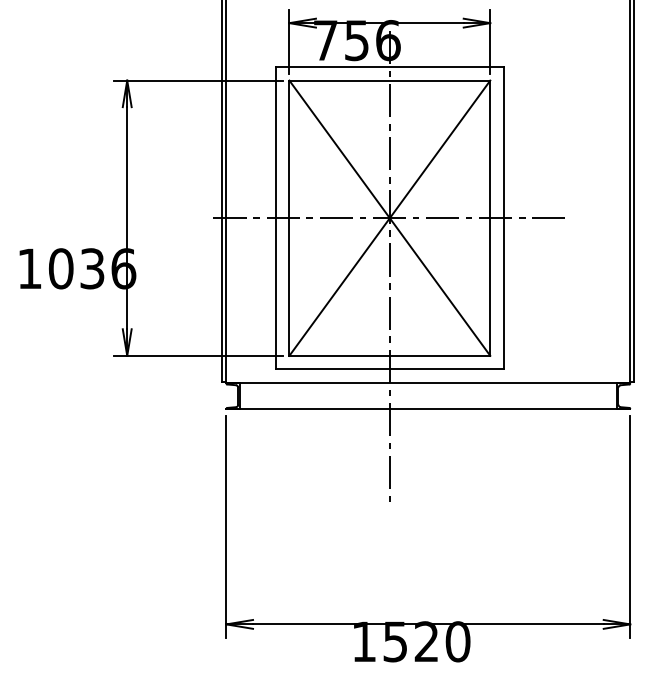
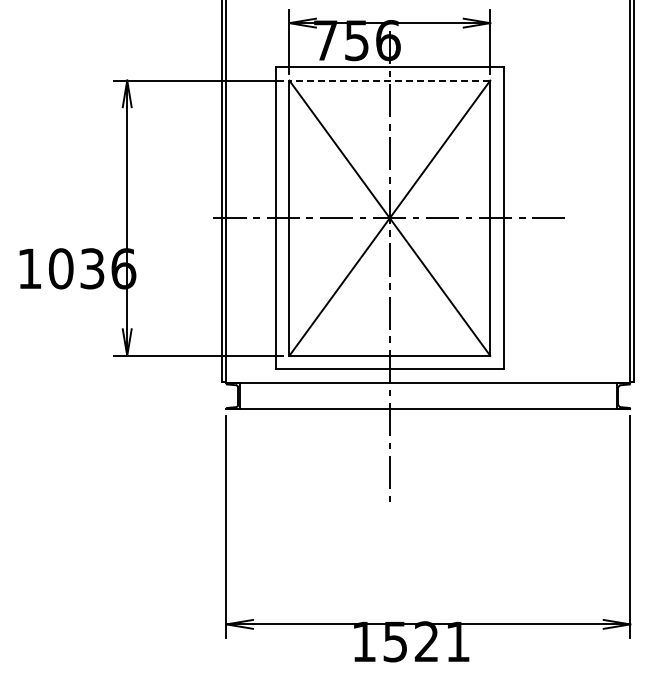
line at (389, 80): solid -> dashed
text at (457, 641): 1520 -> 1521
